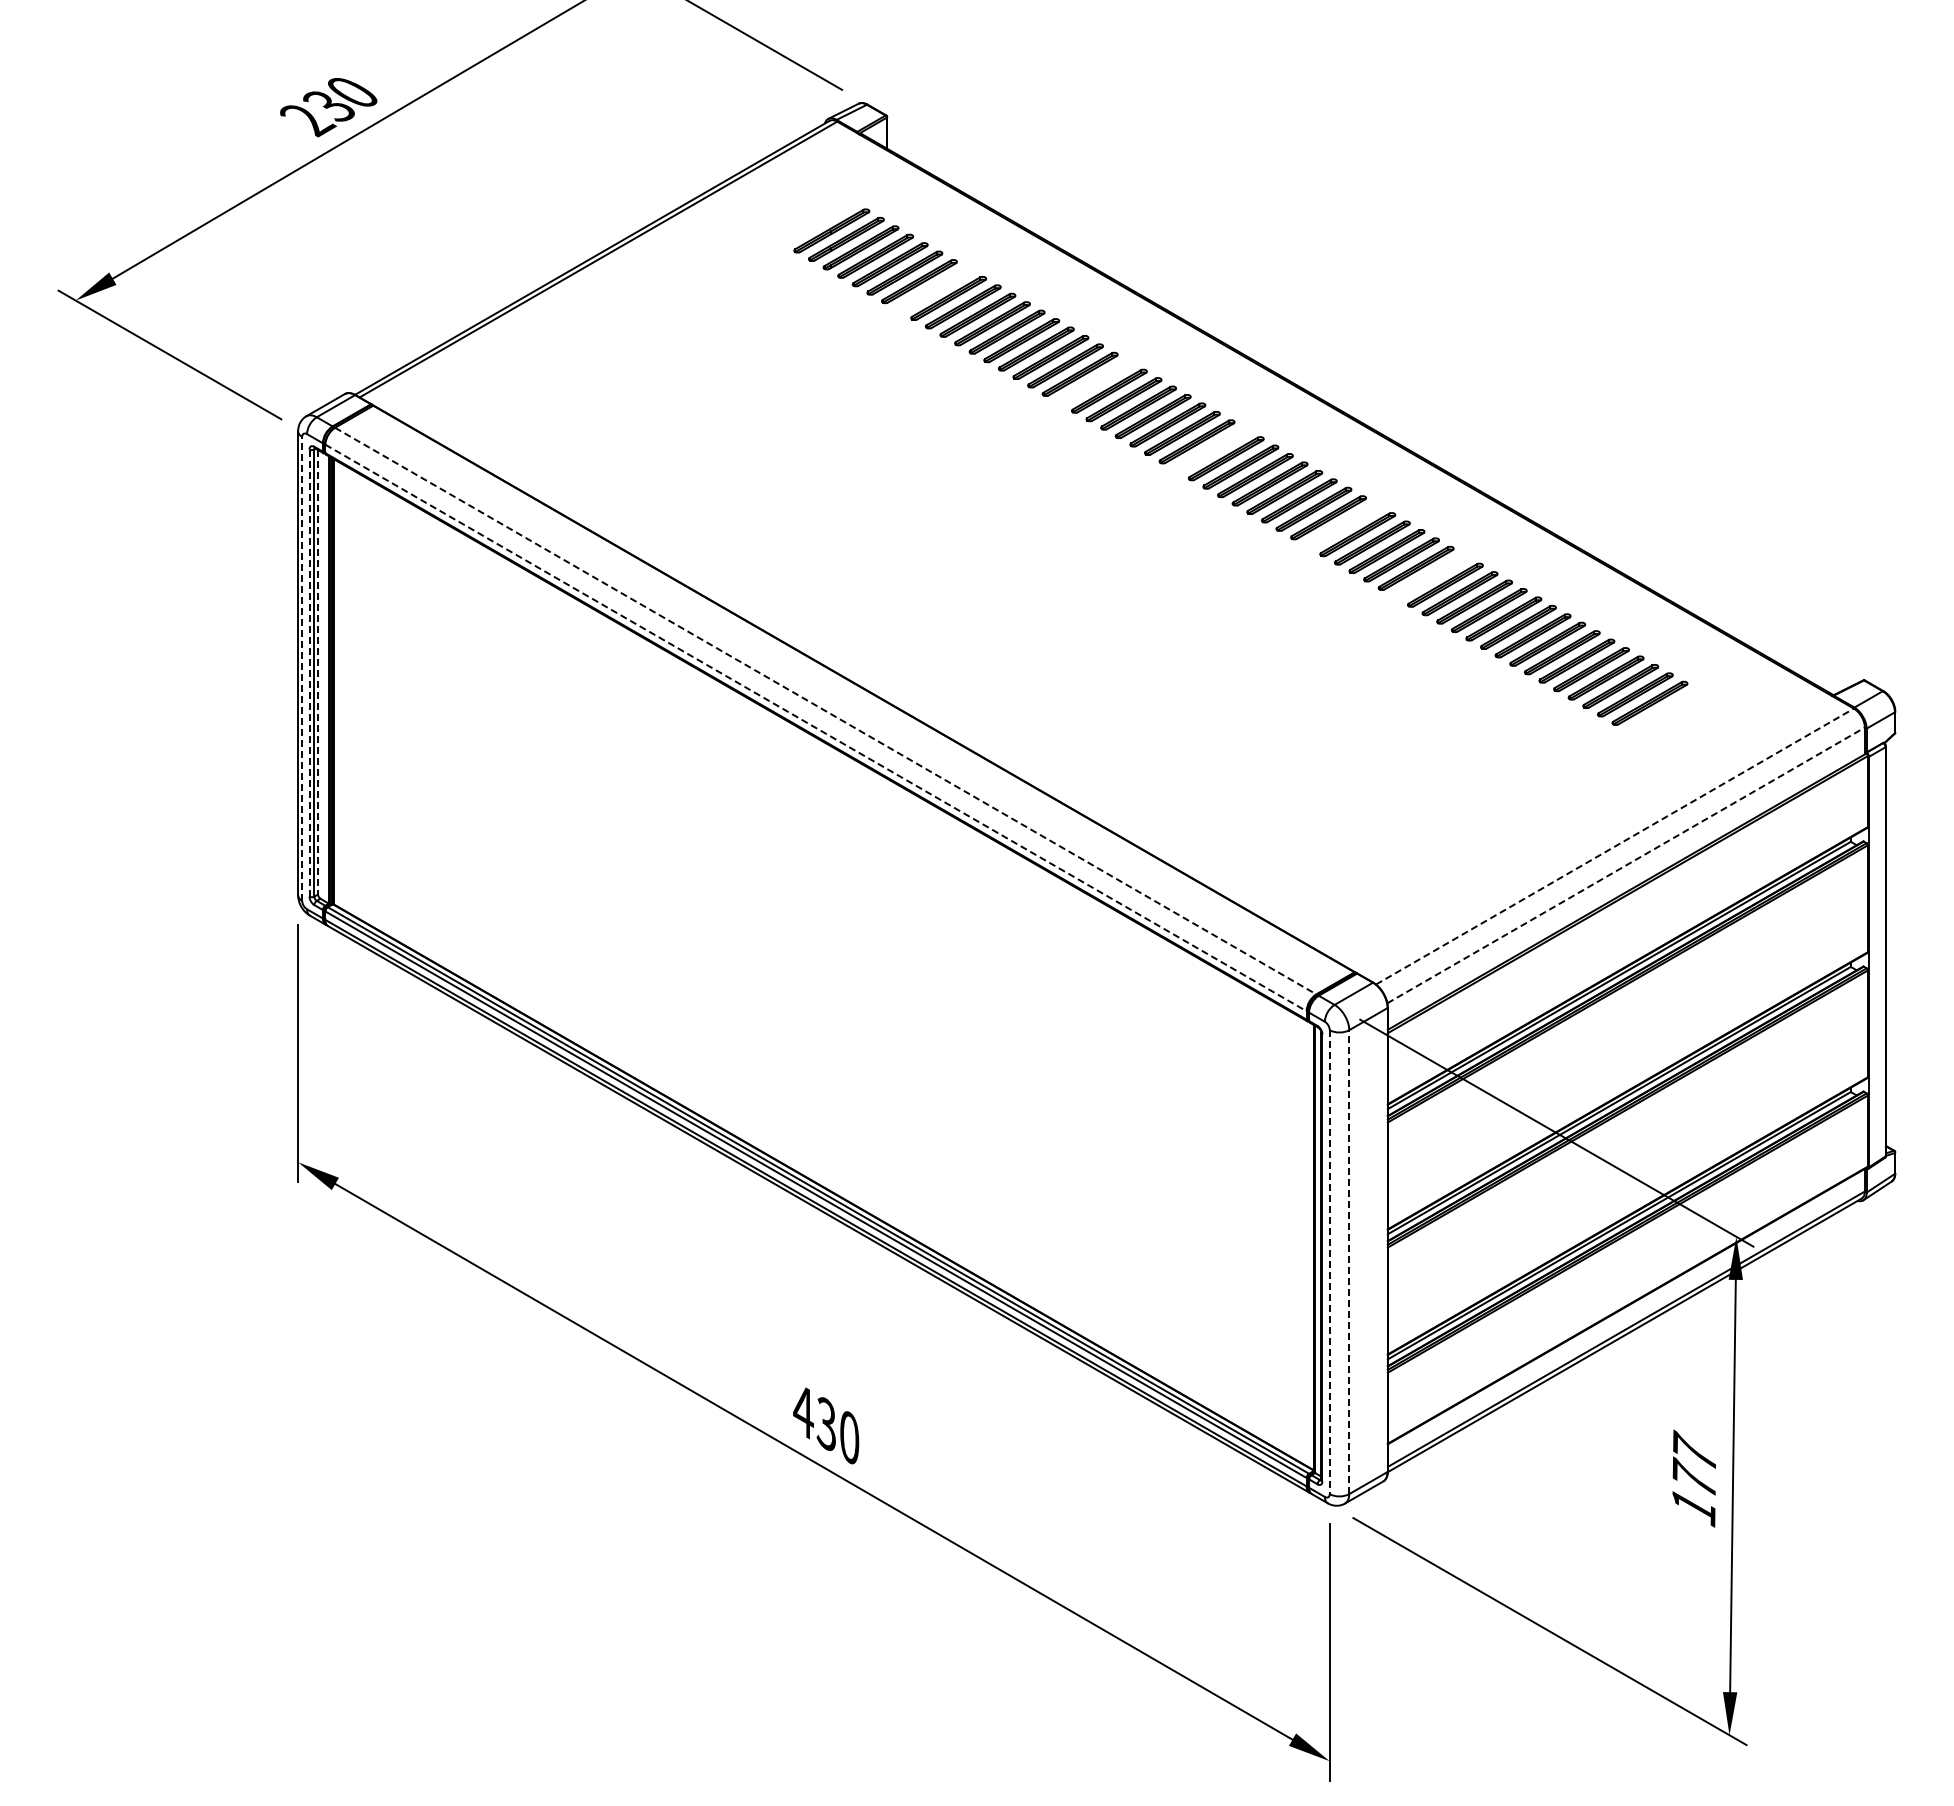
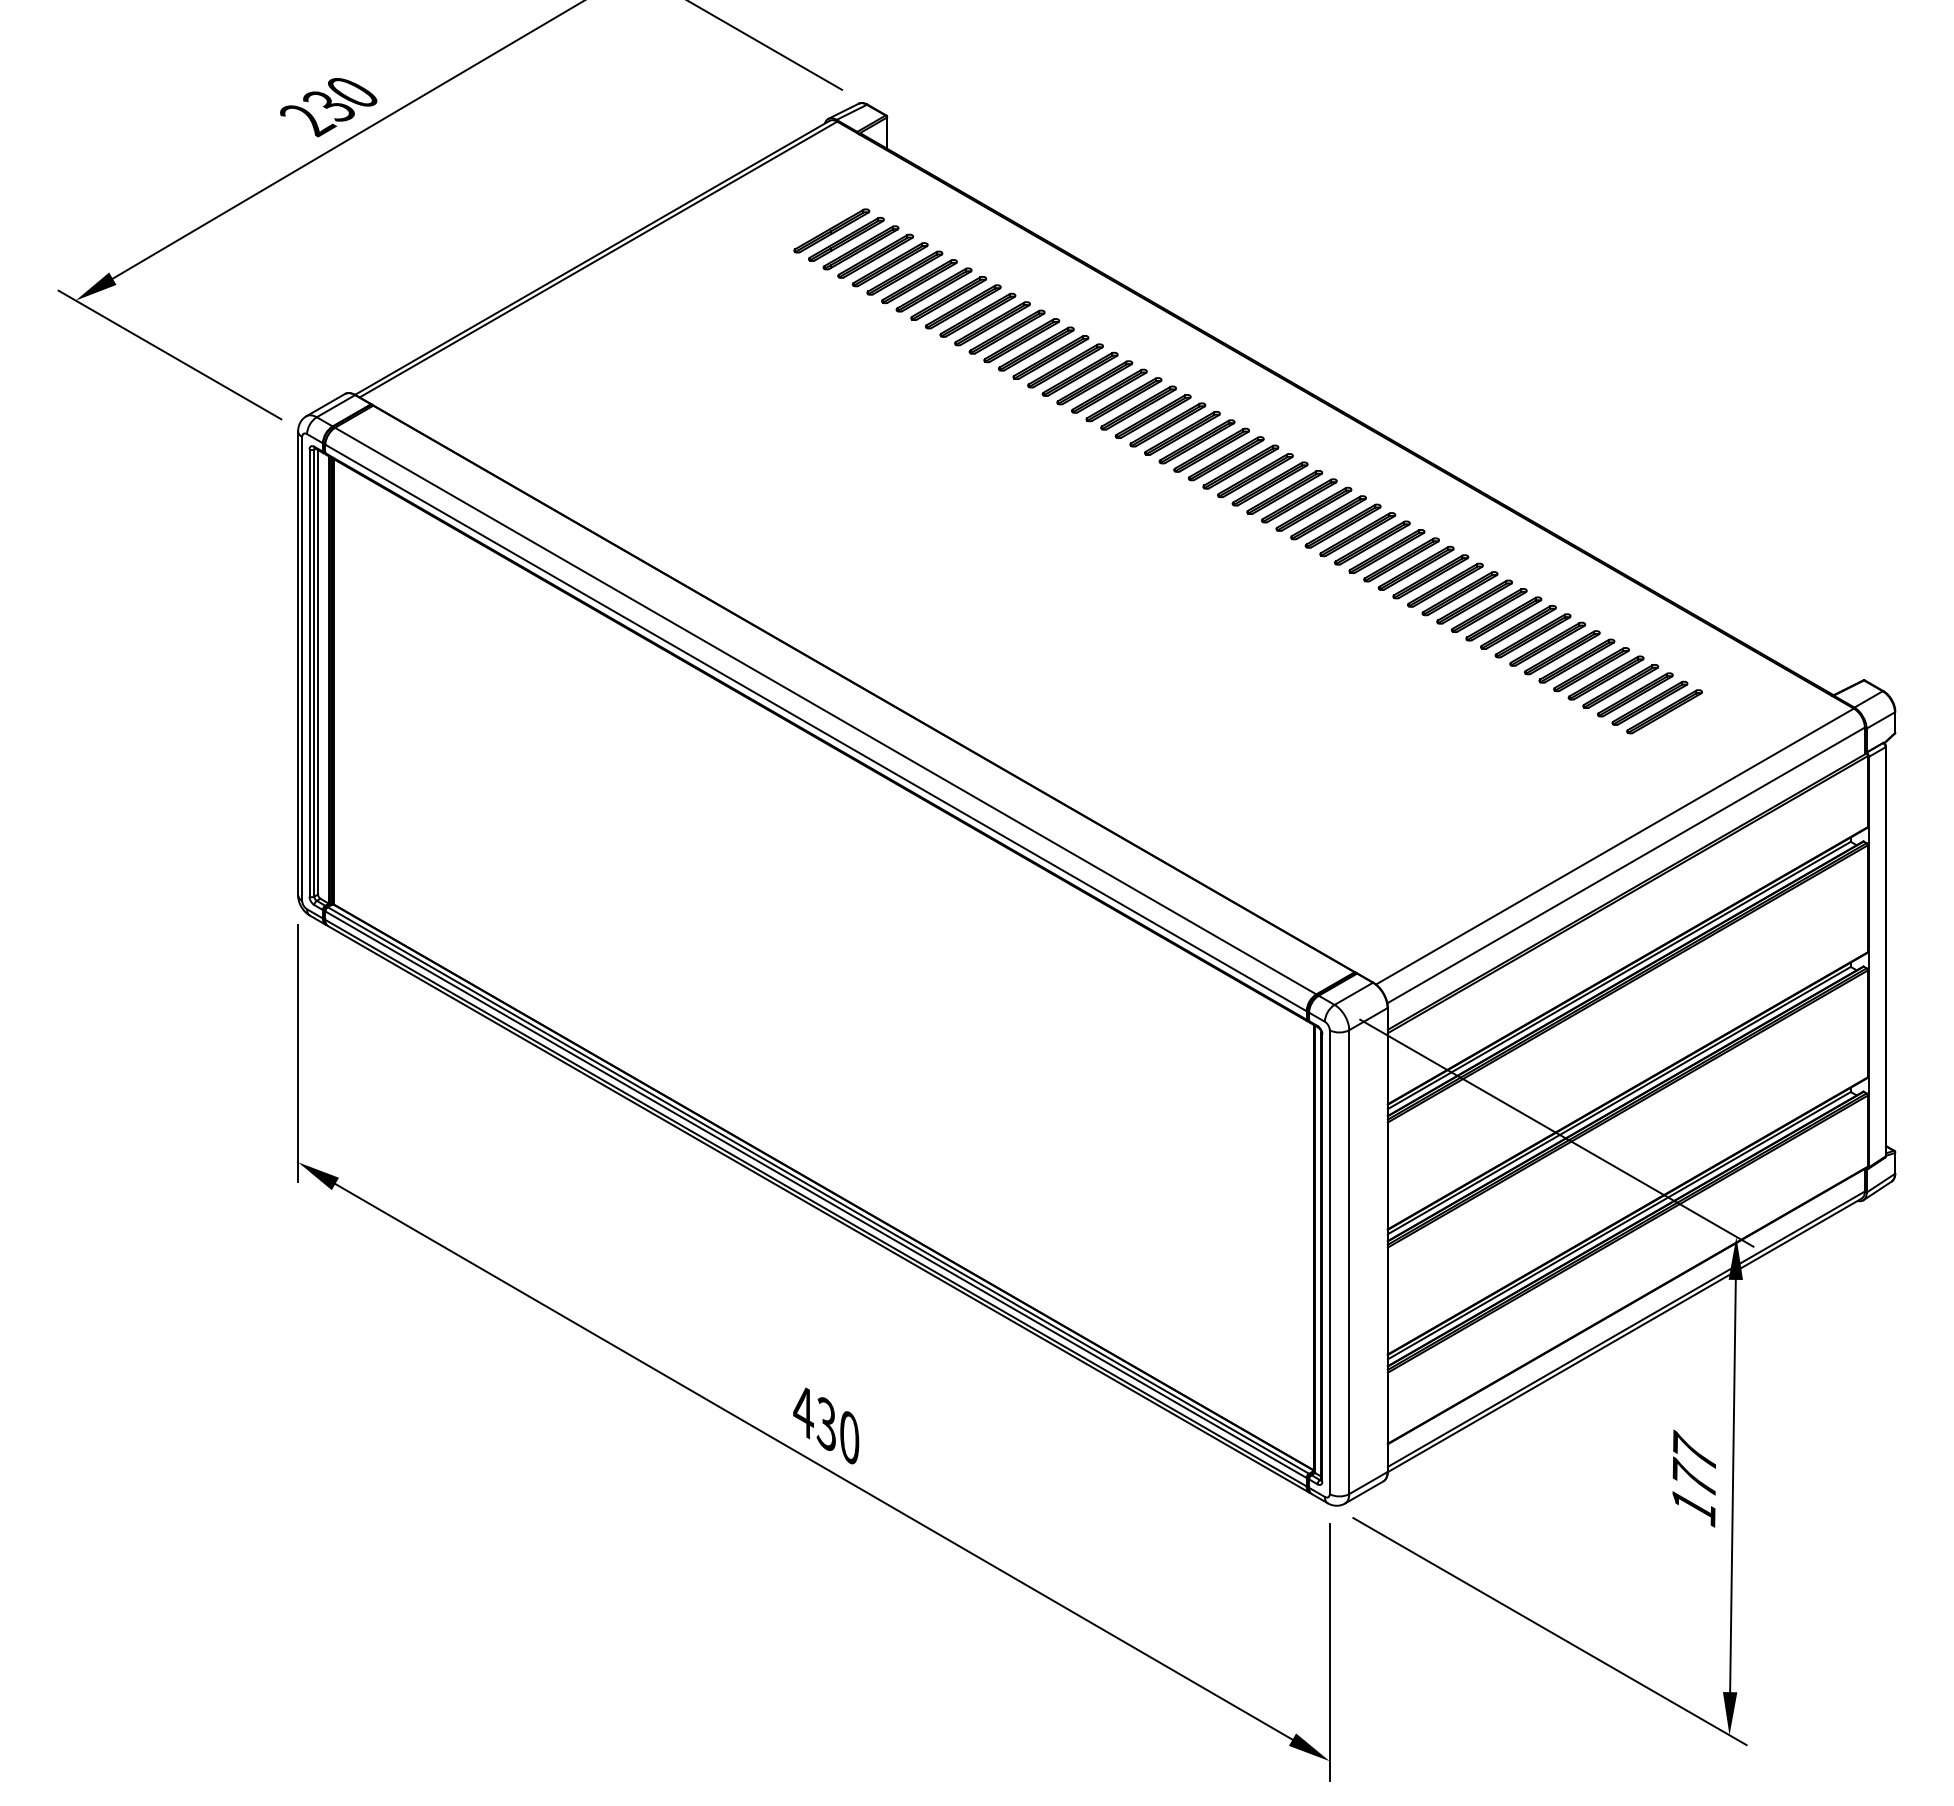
part at (933, 289): none -> present
part at (1094, 382): none -> present
part at (1211, 449): none -> present
part at (1342, 525): none -> present
part at (1430, 576): none -> present
line at (302, 668): dashed -> solid
line at (318, 672): dashed -> solid
line at (309, 673): dashed -> solid
line at (825, 711): dashed -> solid
part at (1664, 711): none -> present
line at (815, 727): dashed -> solid
line at (1614, 846): dashed -> solid
line at (1626, 865): dashed -> solid
line at (1329, 1262): dashed -> solid
line at (1349, 1262): dashed -> solid
